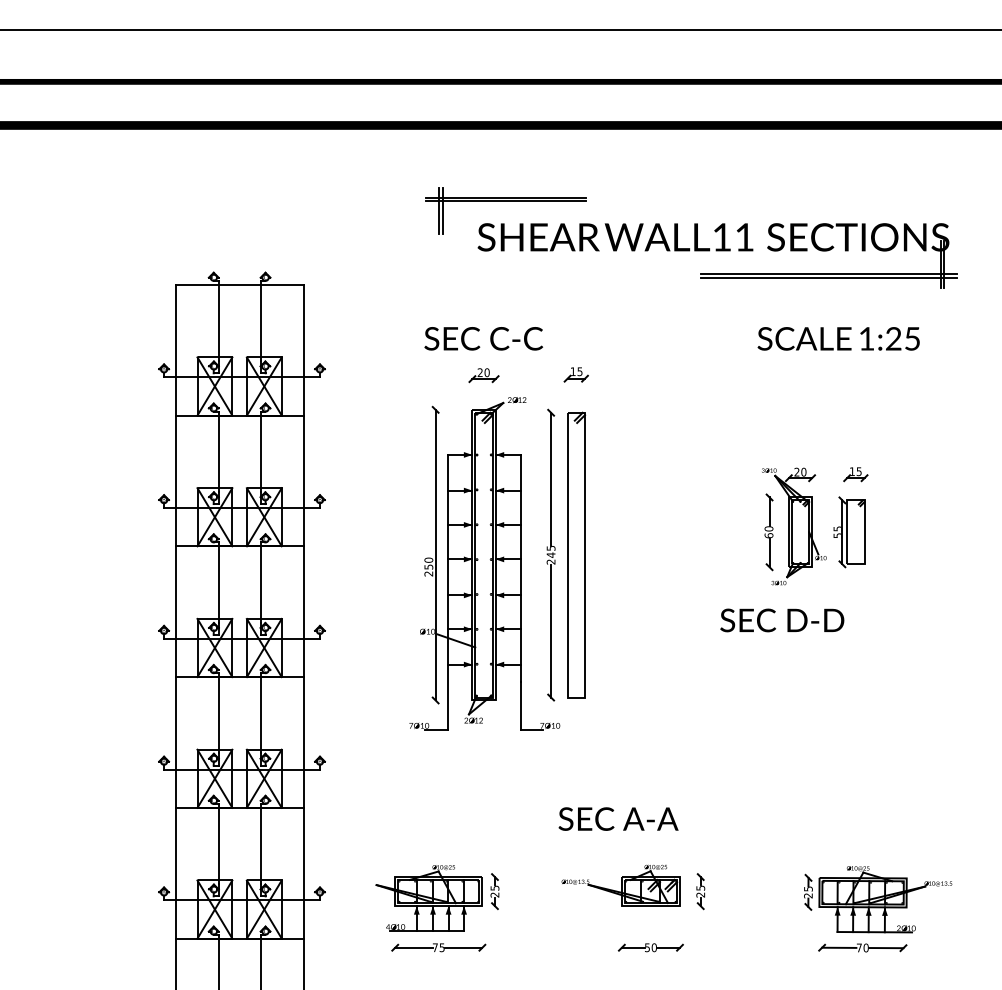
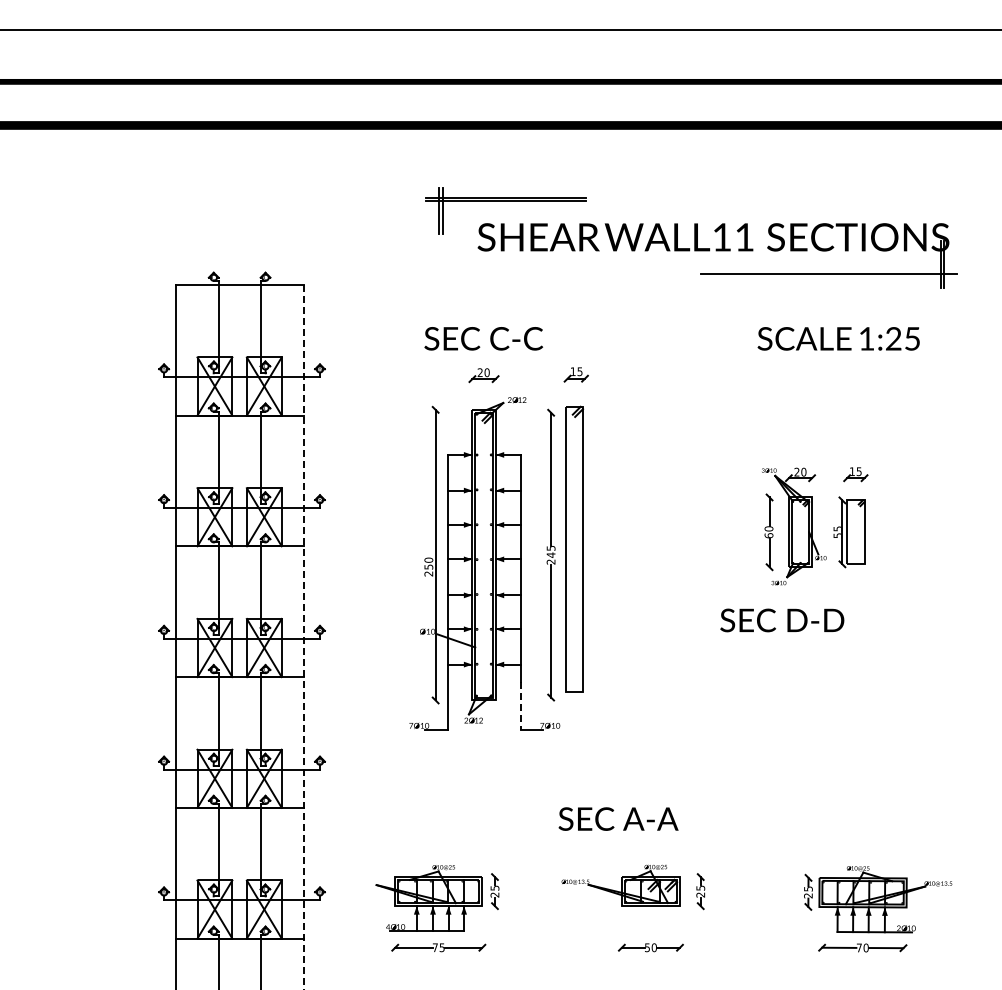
line at (828, 277): present -> none
part at (576, 554) position: (576, 554) -> (574, 548)
line at (303, 637): solid -> dashed
line at (520, 706): solid -> dashed
